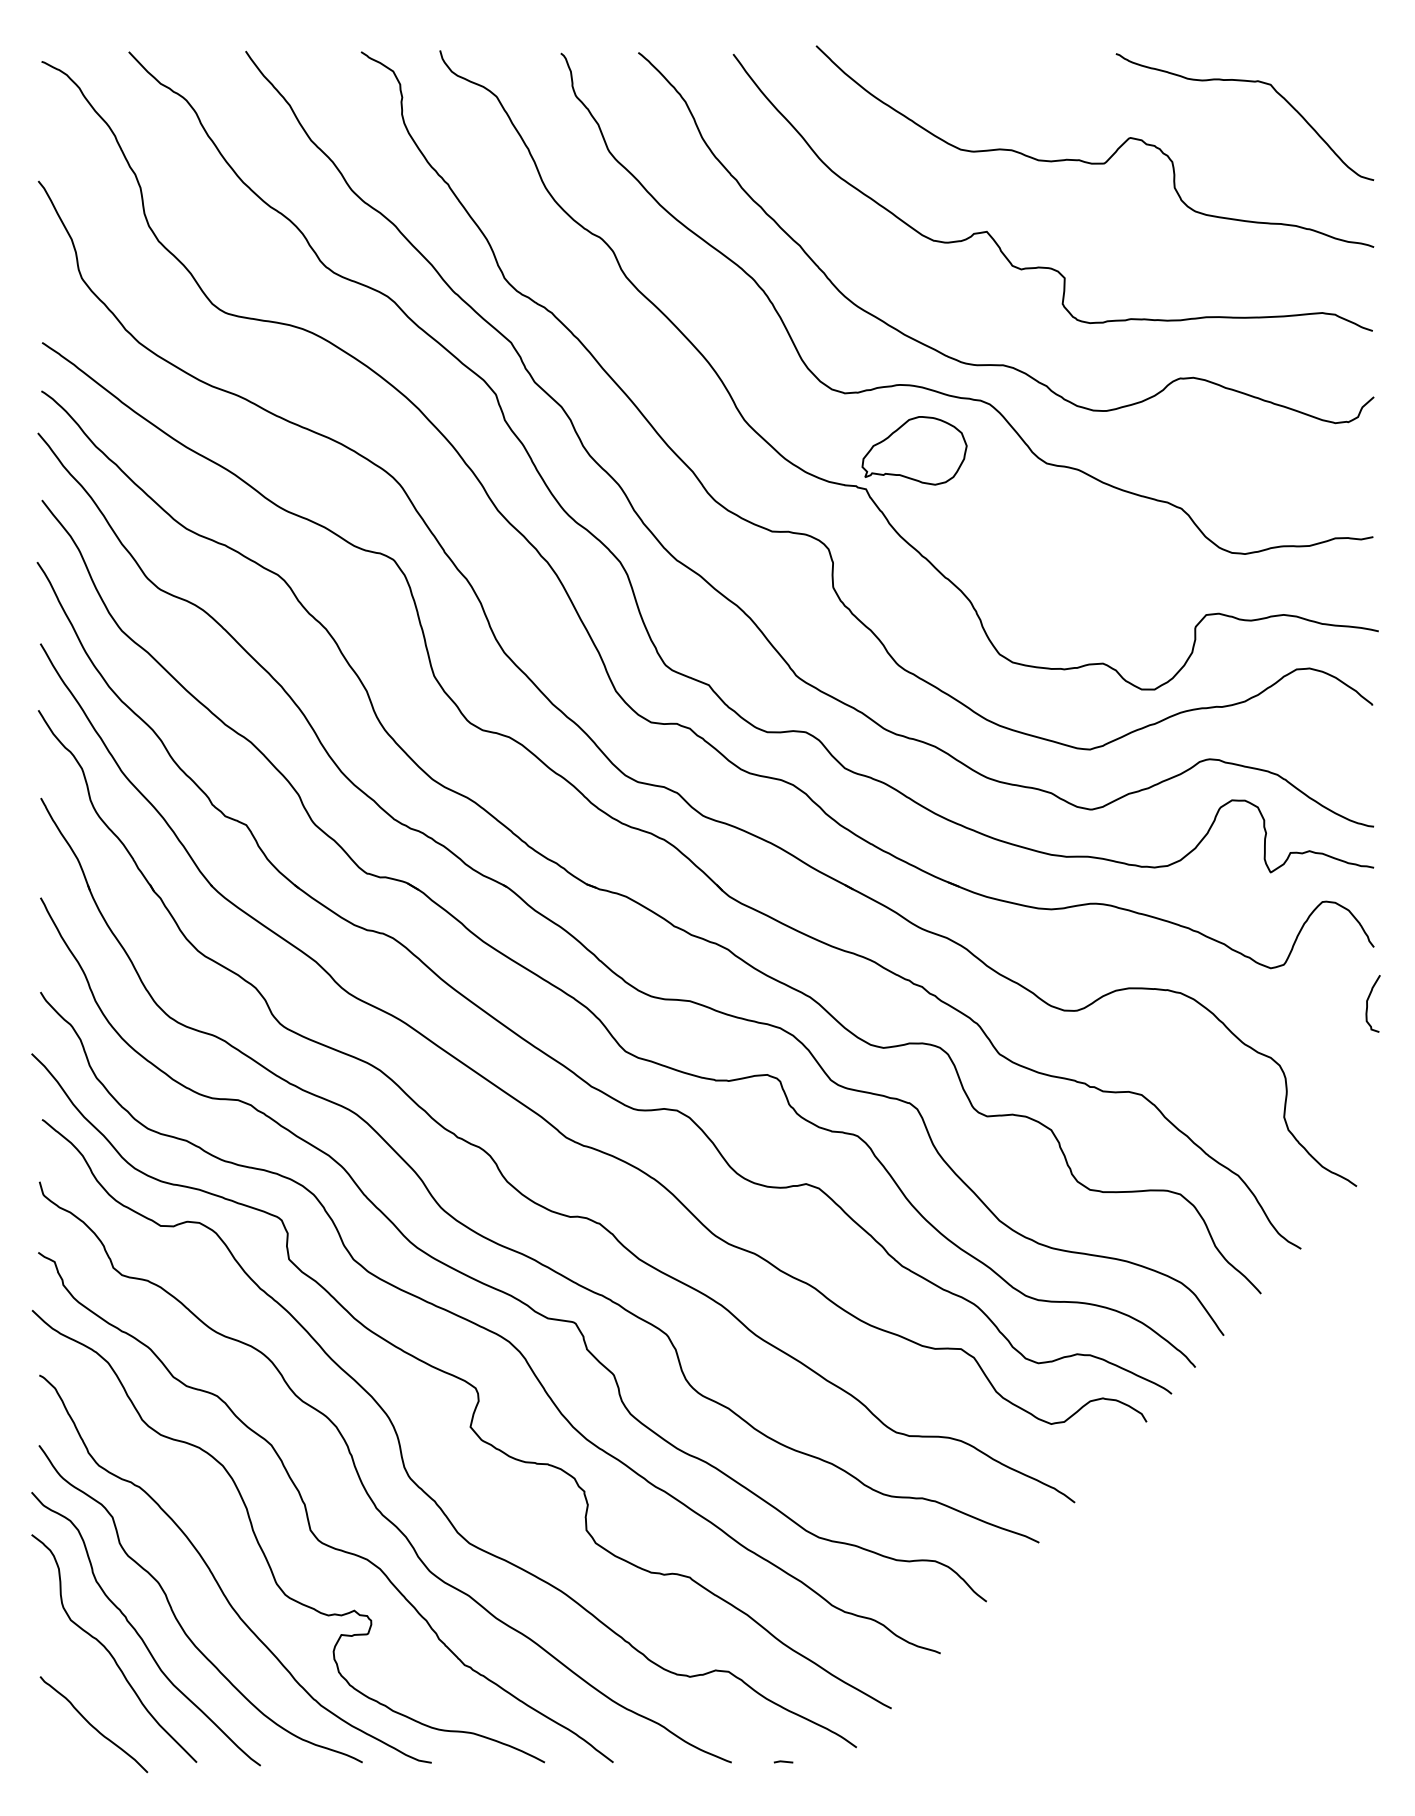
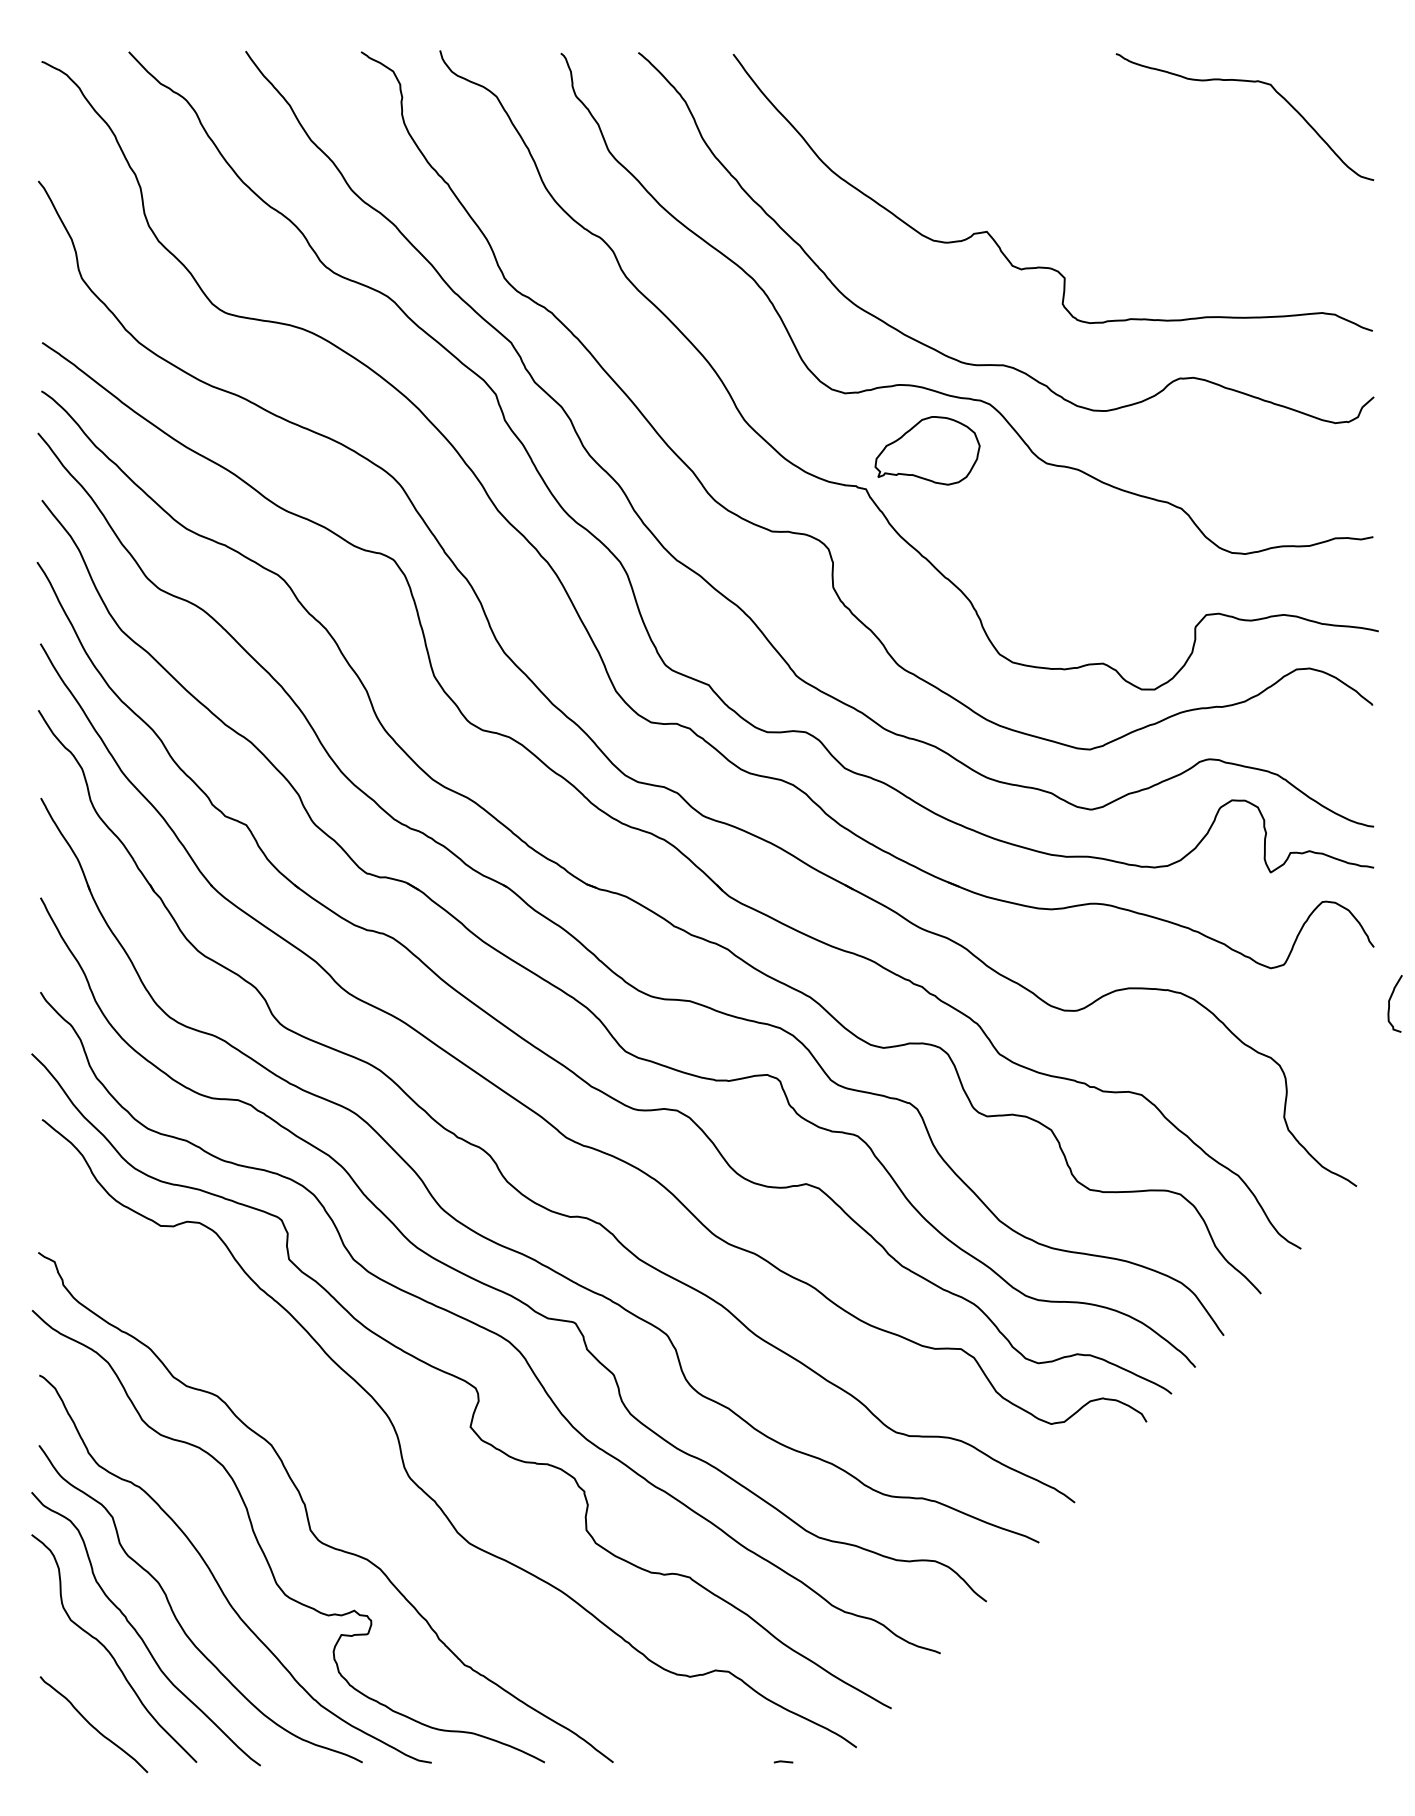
curve at (1094, 162): present -> none
part at (914, 450) position: (914, 450) -> (927, 450)
curve at (1368, 1000) position: (1368, 1000) -> (1390, 1000)
curve at (363, 1483): present -> none
